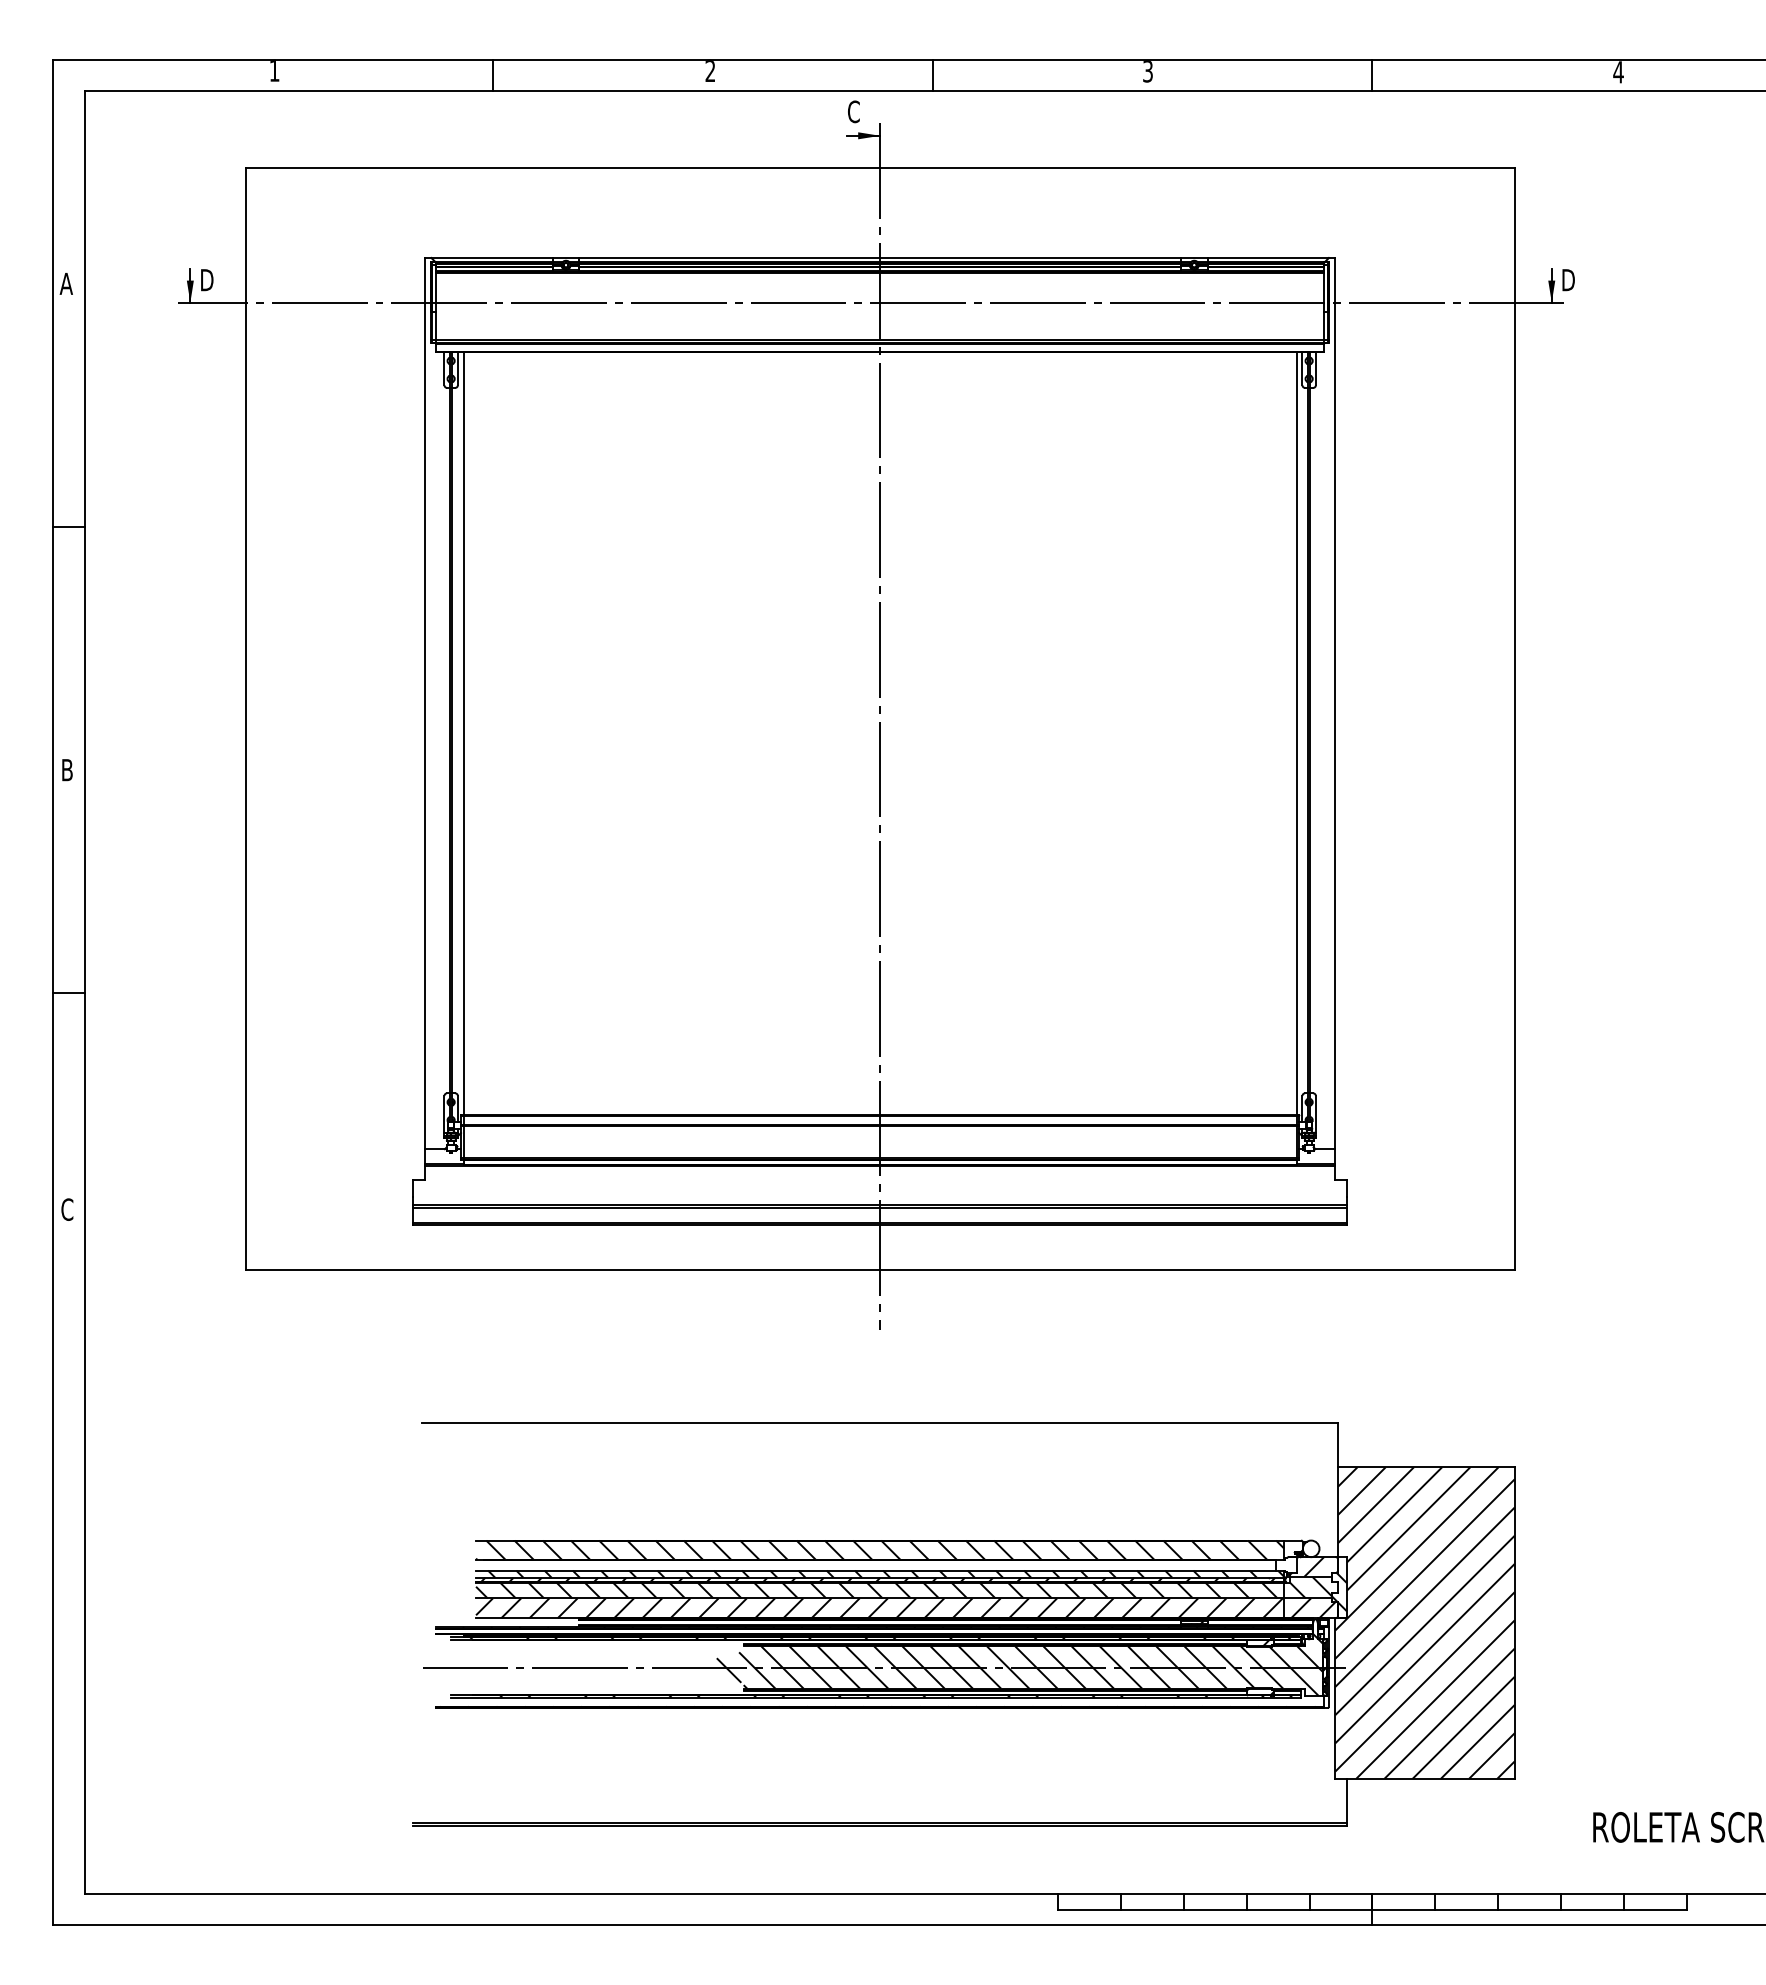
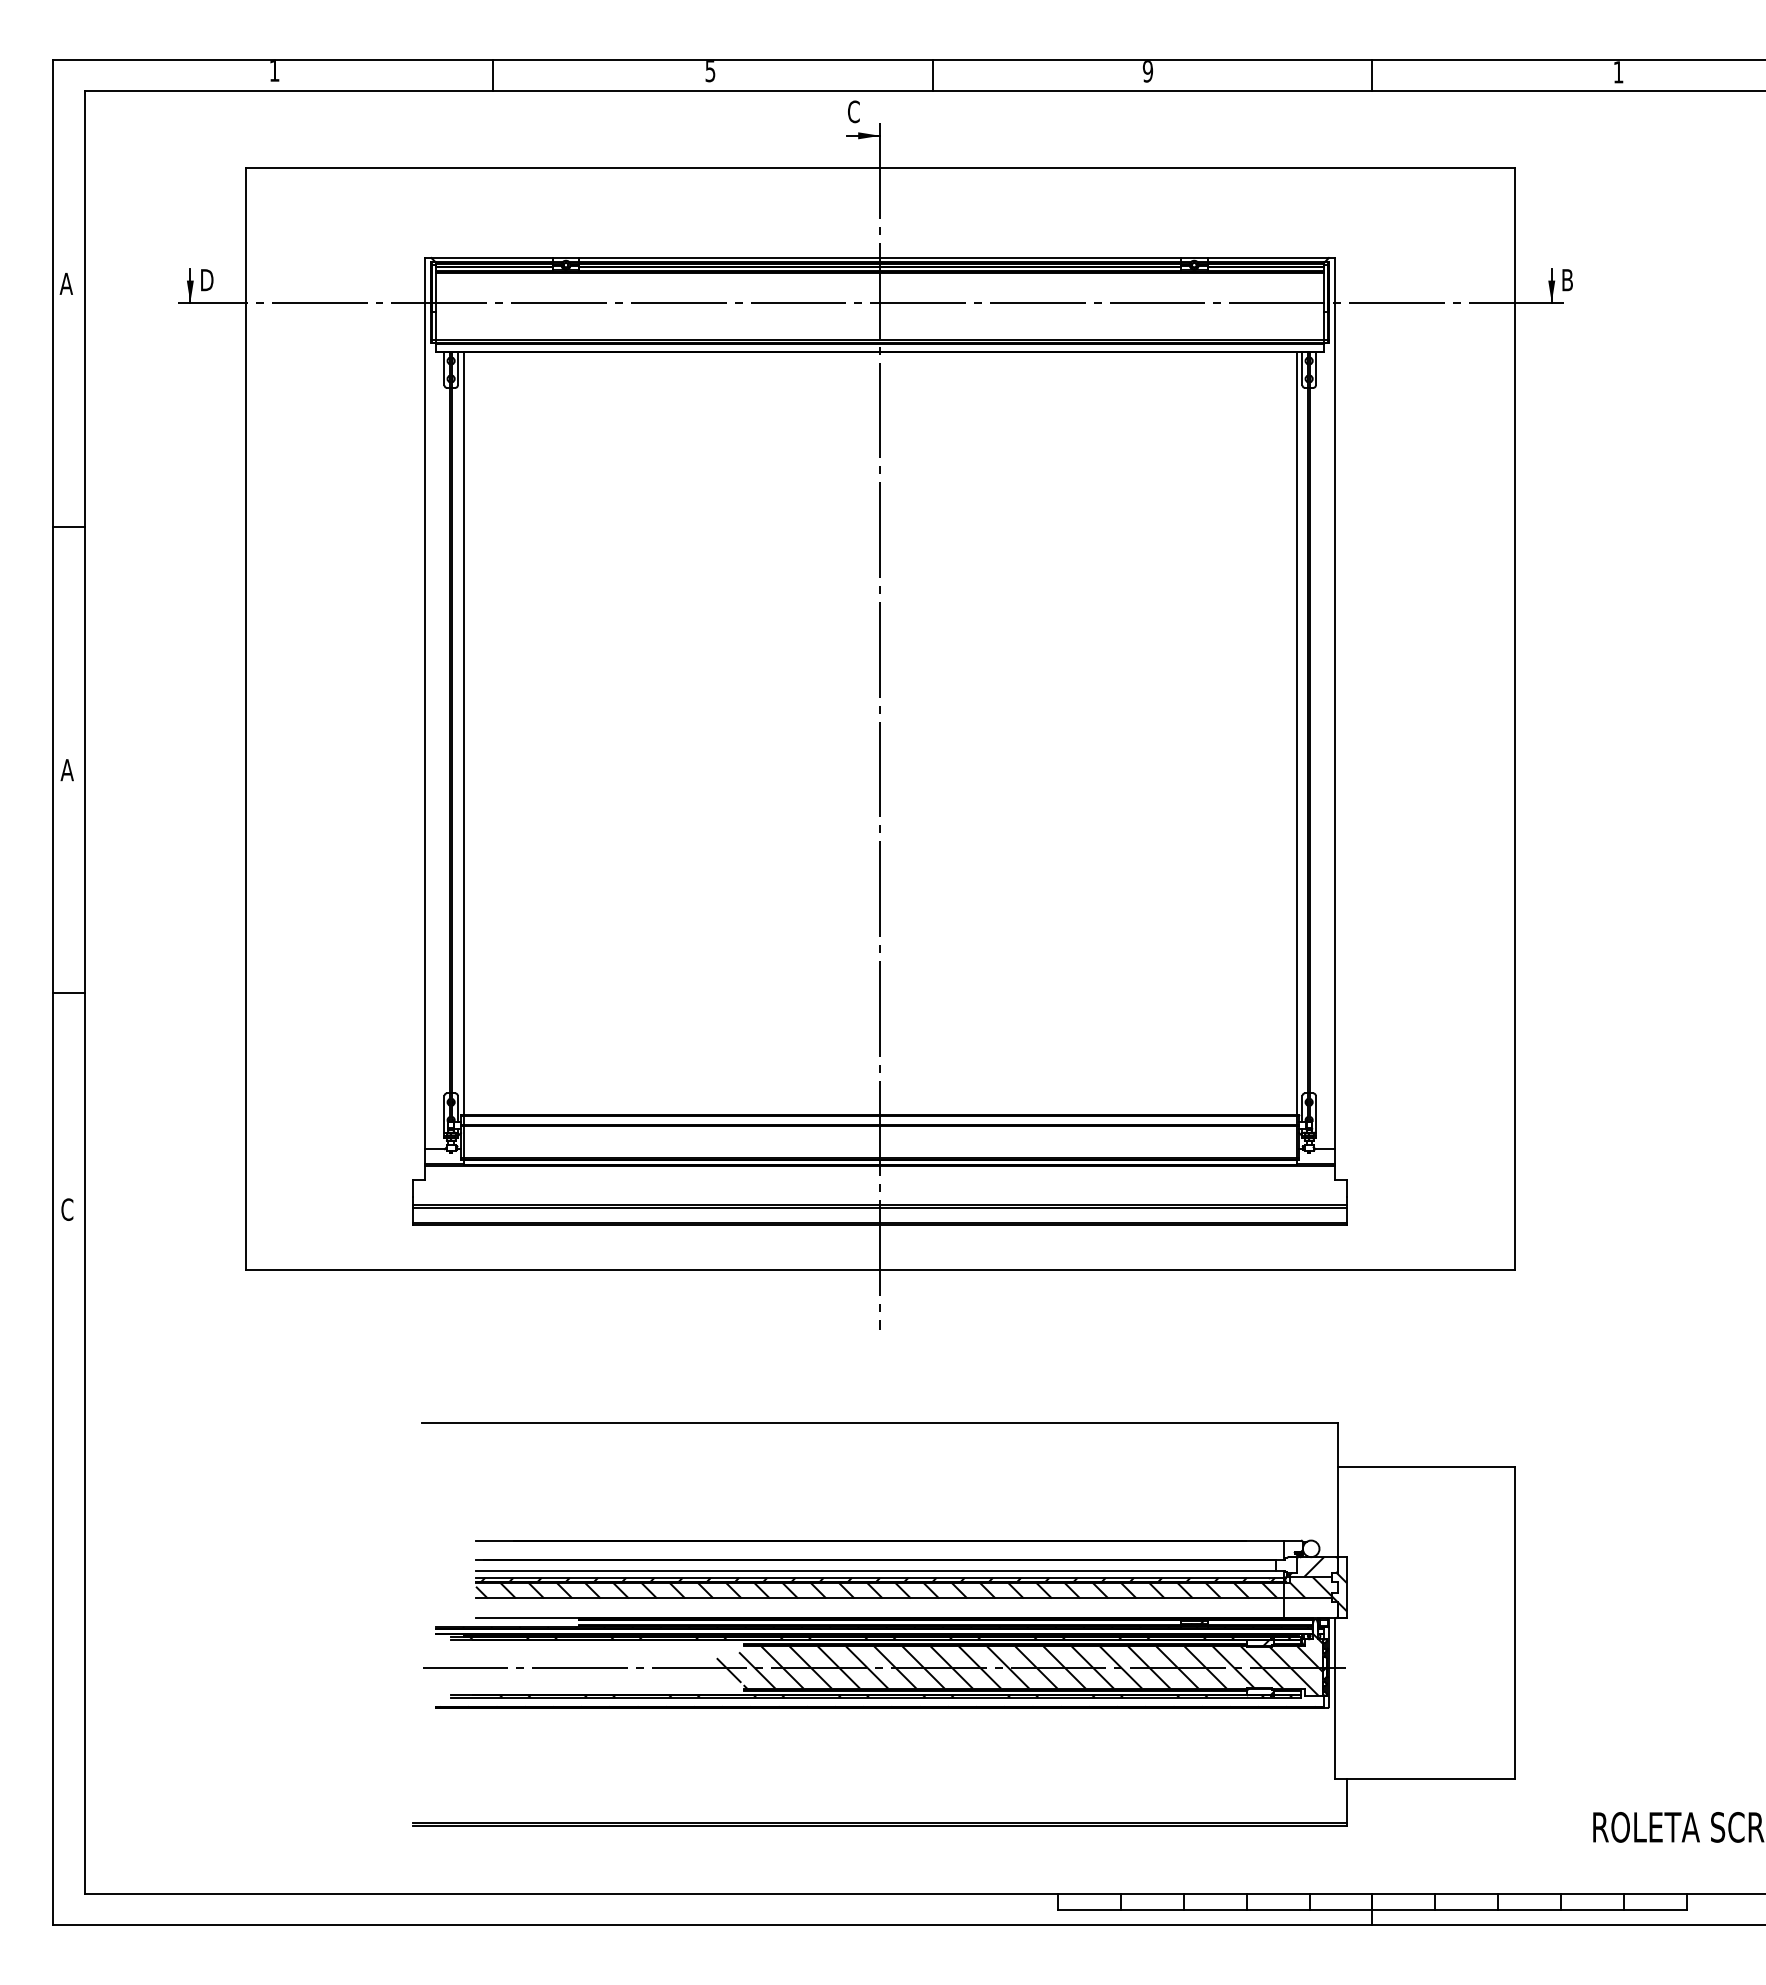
text at (710, 71): 2 -> 5
text at (1147, 71): 3 -> 9
text at (1618, 72): 4 -> 1
text at (1569, 279): D -> B
text at (66, 770): B -> A
hatch at (880, 1549): present -> none
hatch at (886, 1573): present -> none
hatch at (879, 1608): present -> none
hatch at (1313, 1608): present -> none
hatch at (1424, 1622): present -> none
